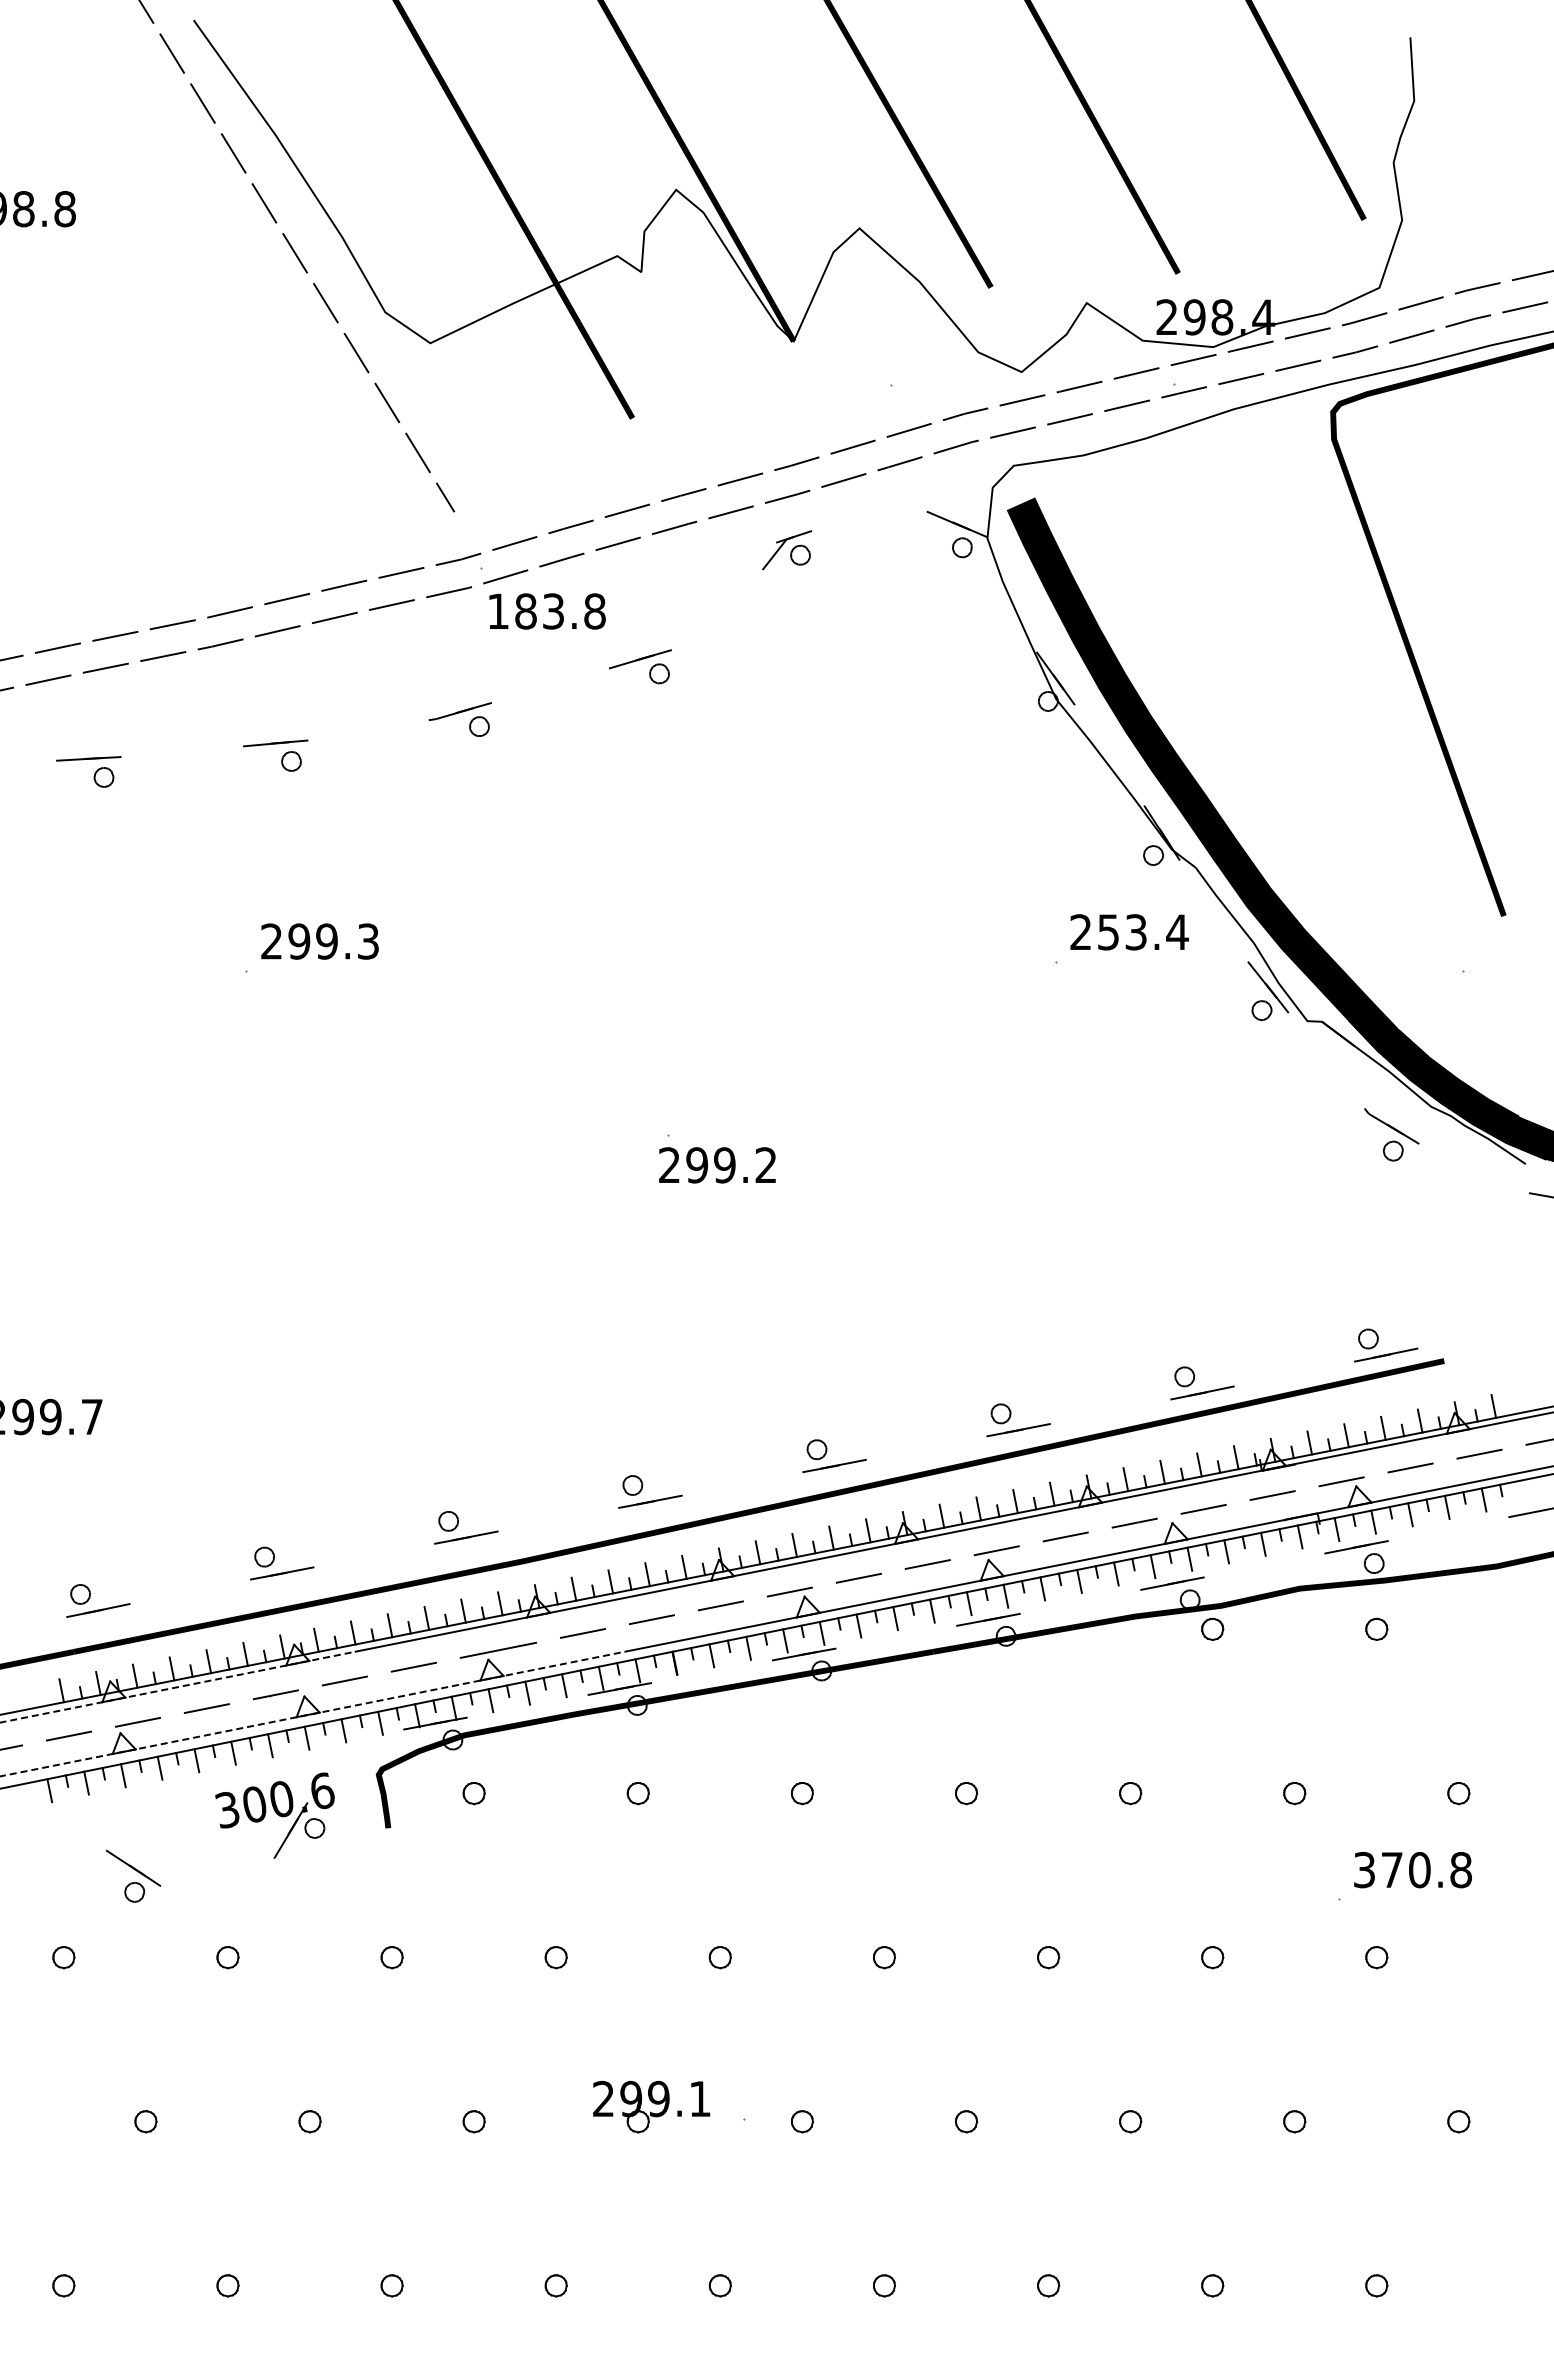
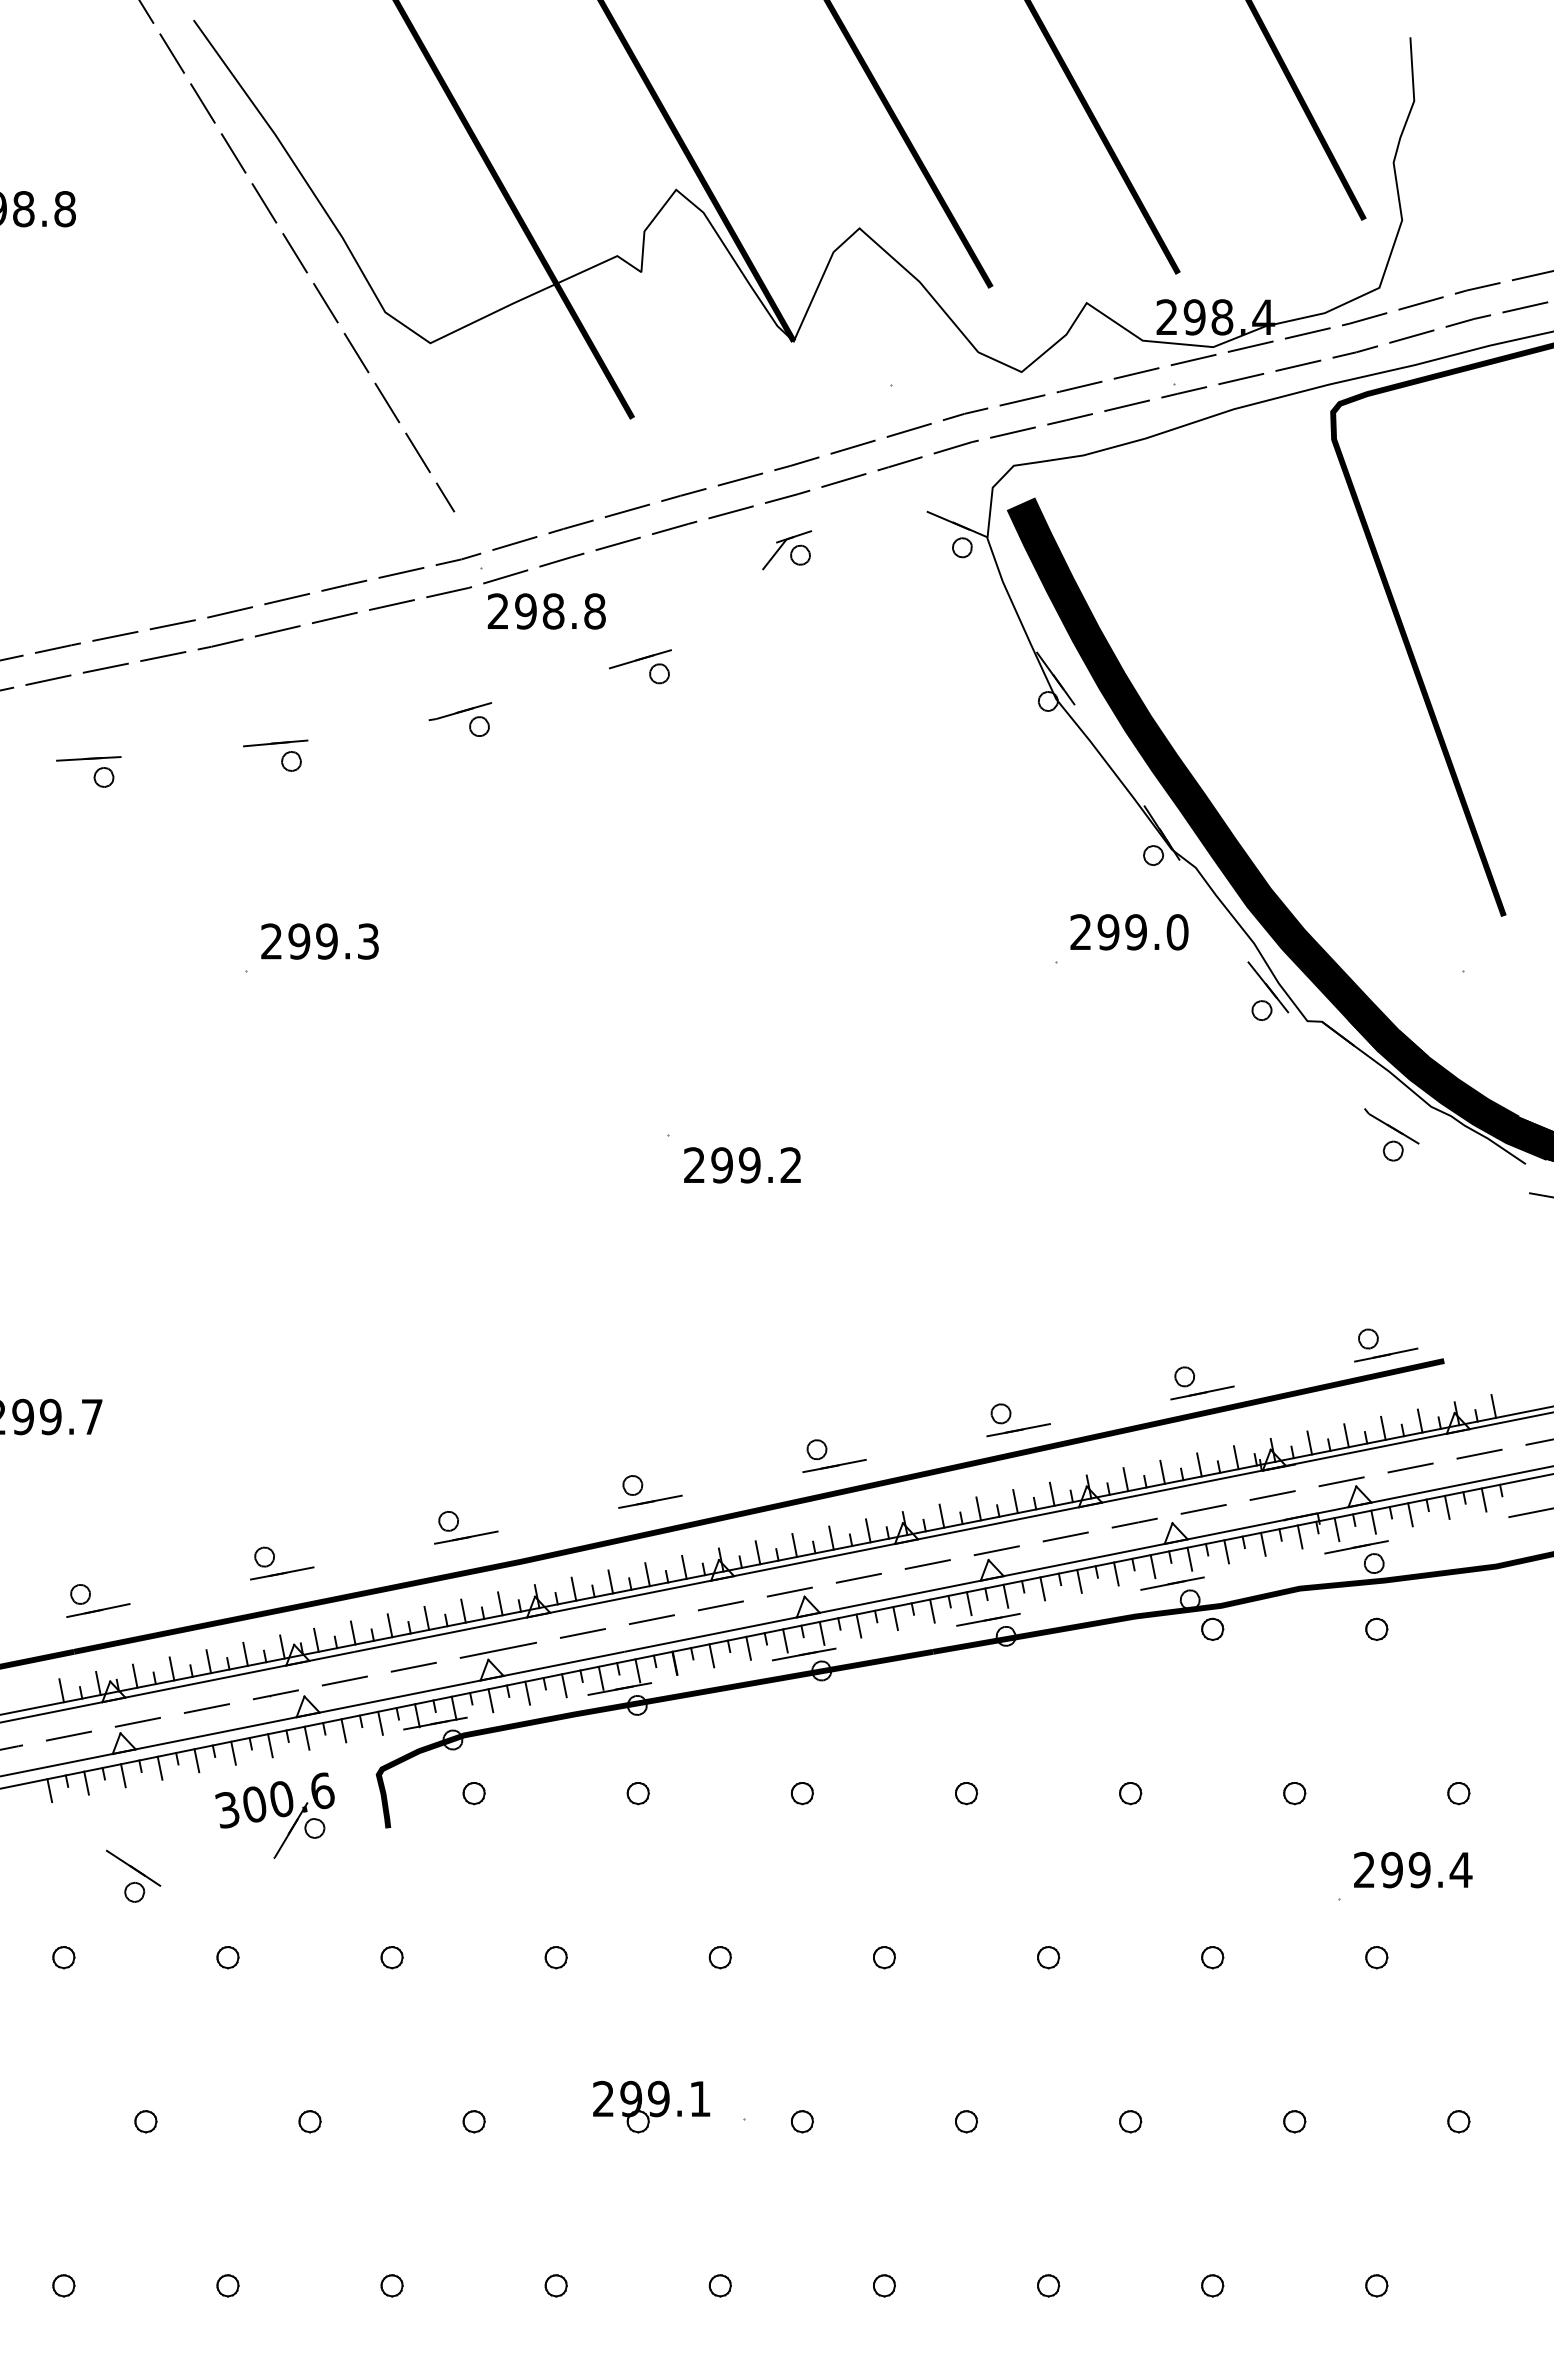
text at (525, 611): 183.8 -> 298.8
text at (1142, 932): 253.4 -> 299.0
text at (717, 1165) position: (717, 1165) -> (742, 1165)
line at (177, 1687): dashed -> solid
line at (312, 1714): dashed -> solid
text at (1413, 1870): 370.8 -> 299.4
